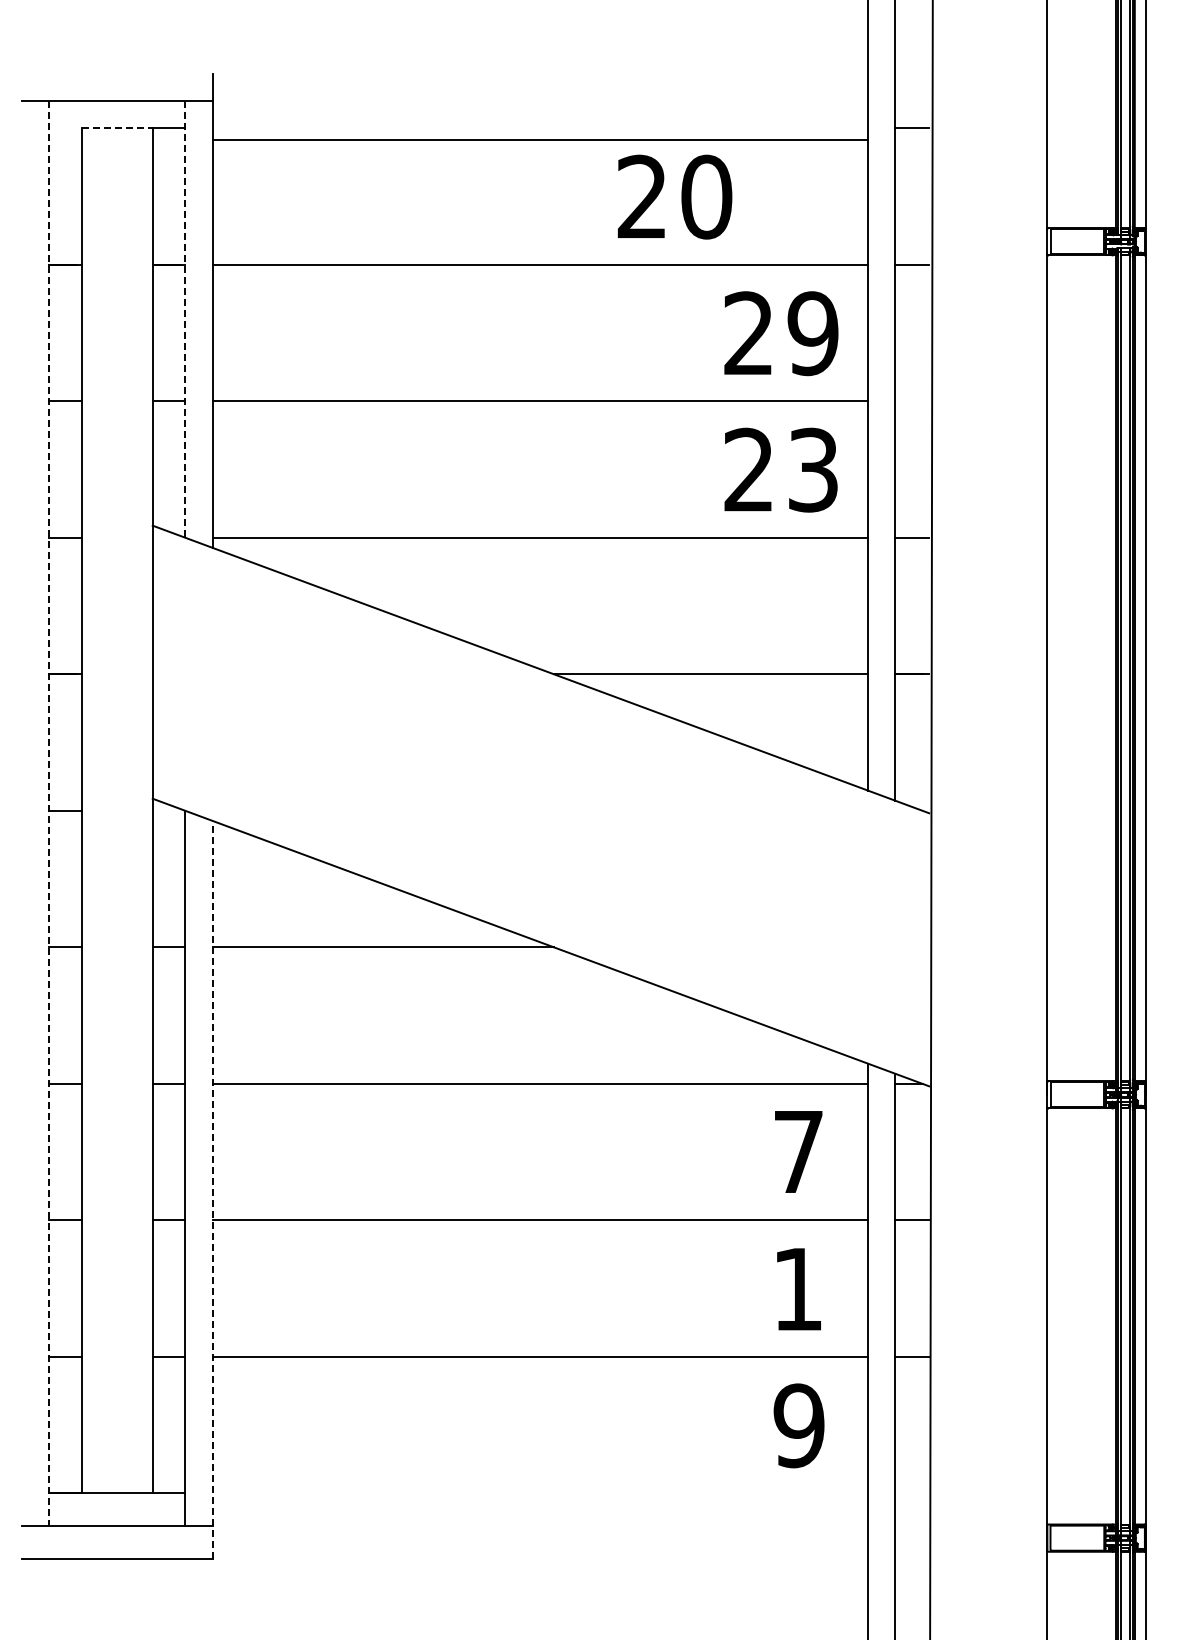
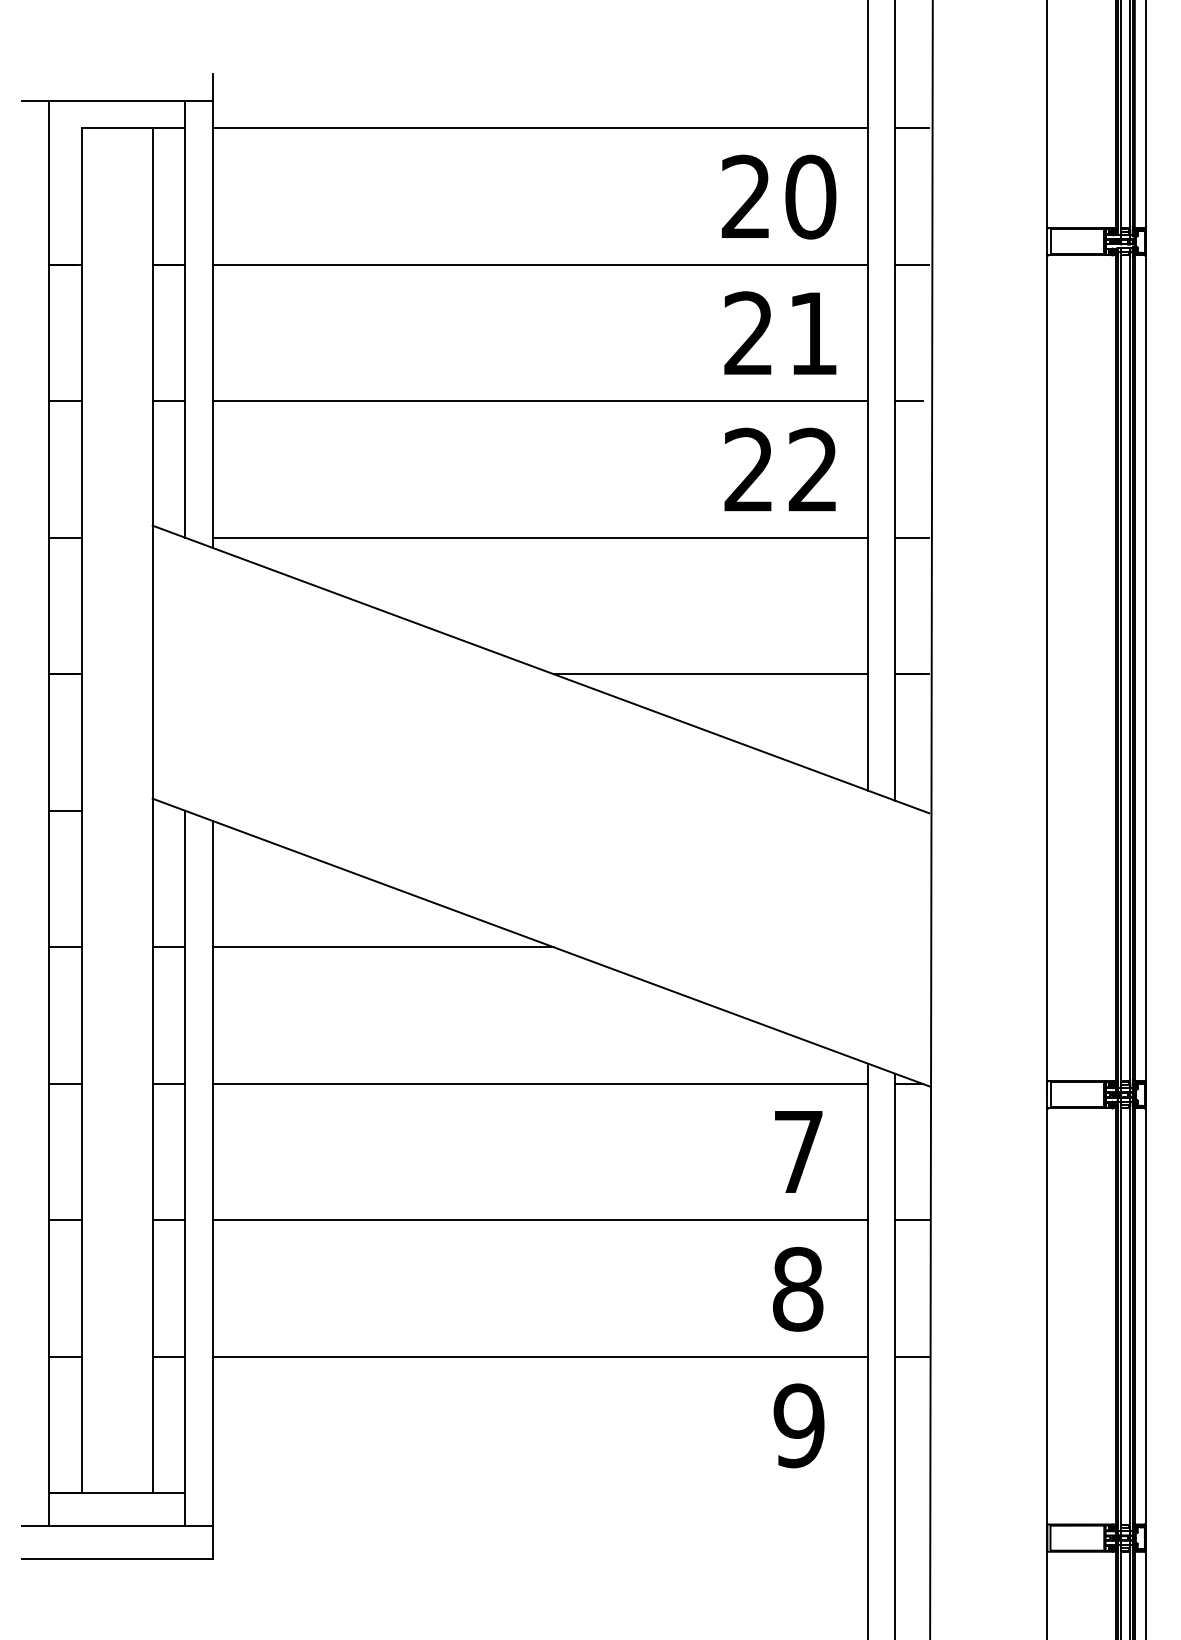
line at (117, 128): dashed -> solid
line at (540, 140) position: (540, 140) -> (540, 128)
text at (674, 196) position: (674, 196) -> (778, 196)
line at (185, 319): dashed -> solid
text at (812, 333): 29 -> 21
line at (908, 401): none -> present
text at (812, 469): 23 -> 22
line at (48, 813): dashed -> solid
line at (212, 1189): dashed -> solid
text at (798, 1289): 1 -> 8
